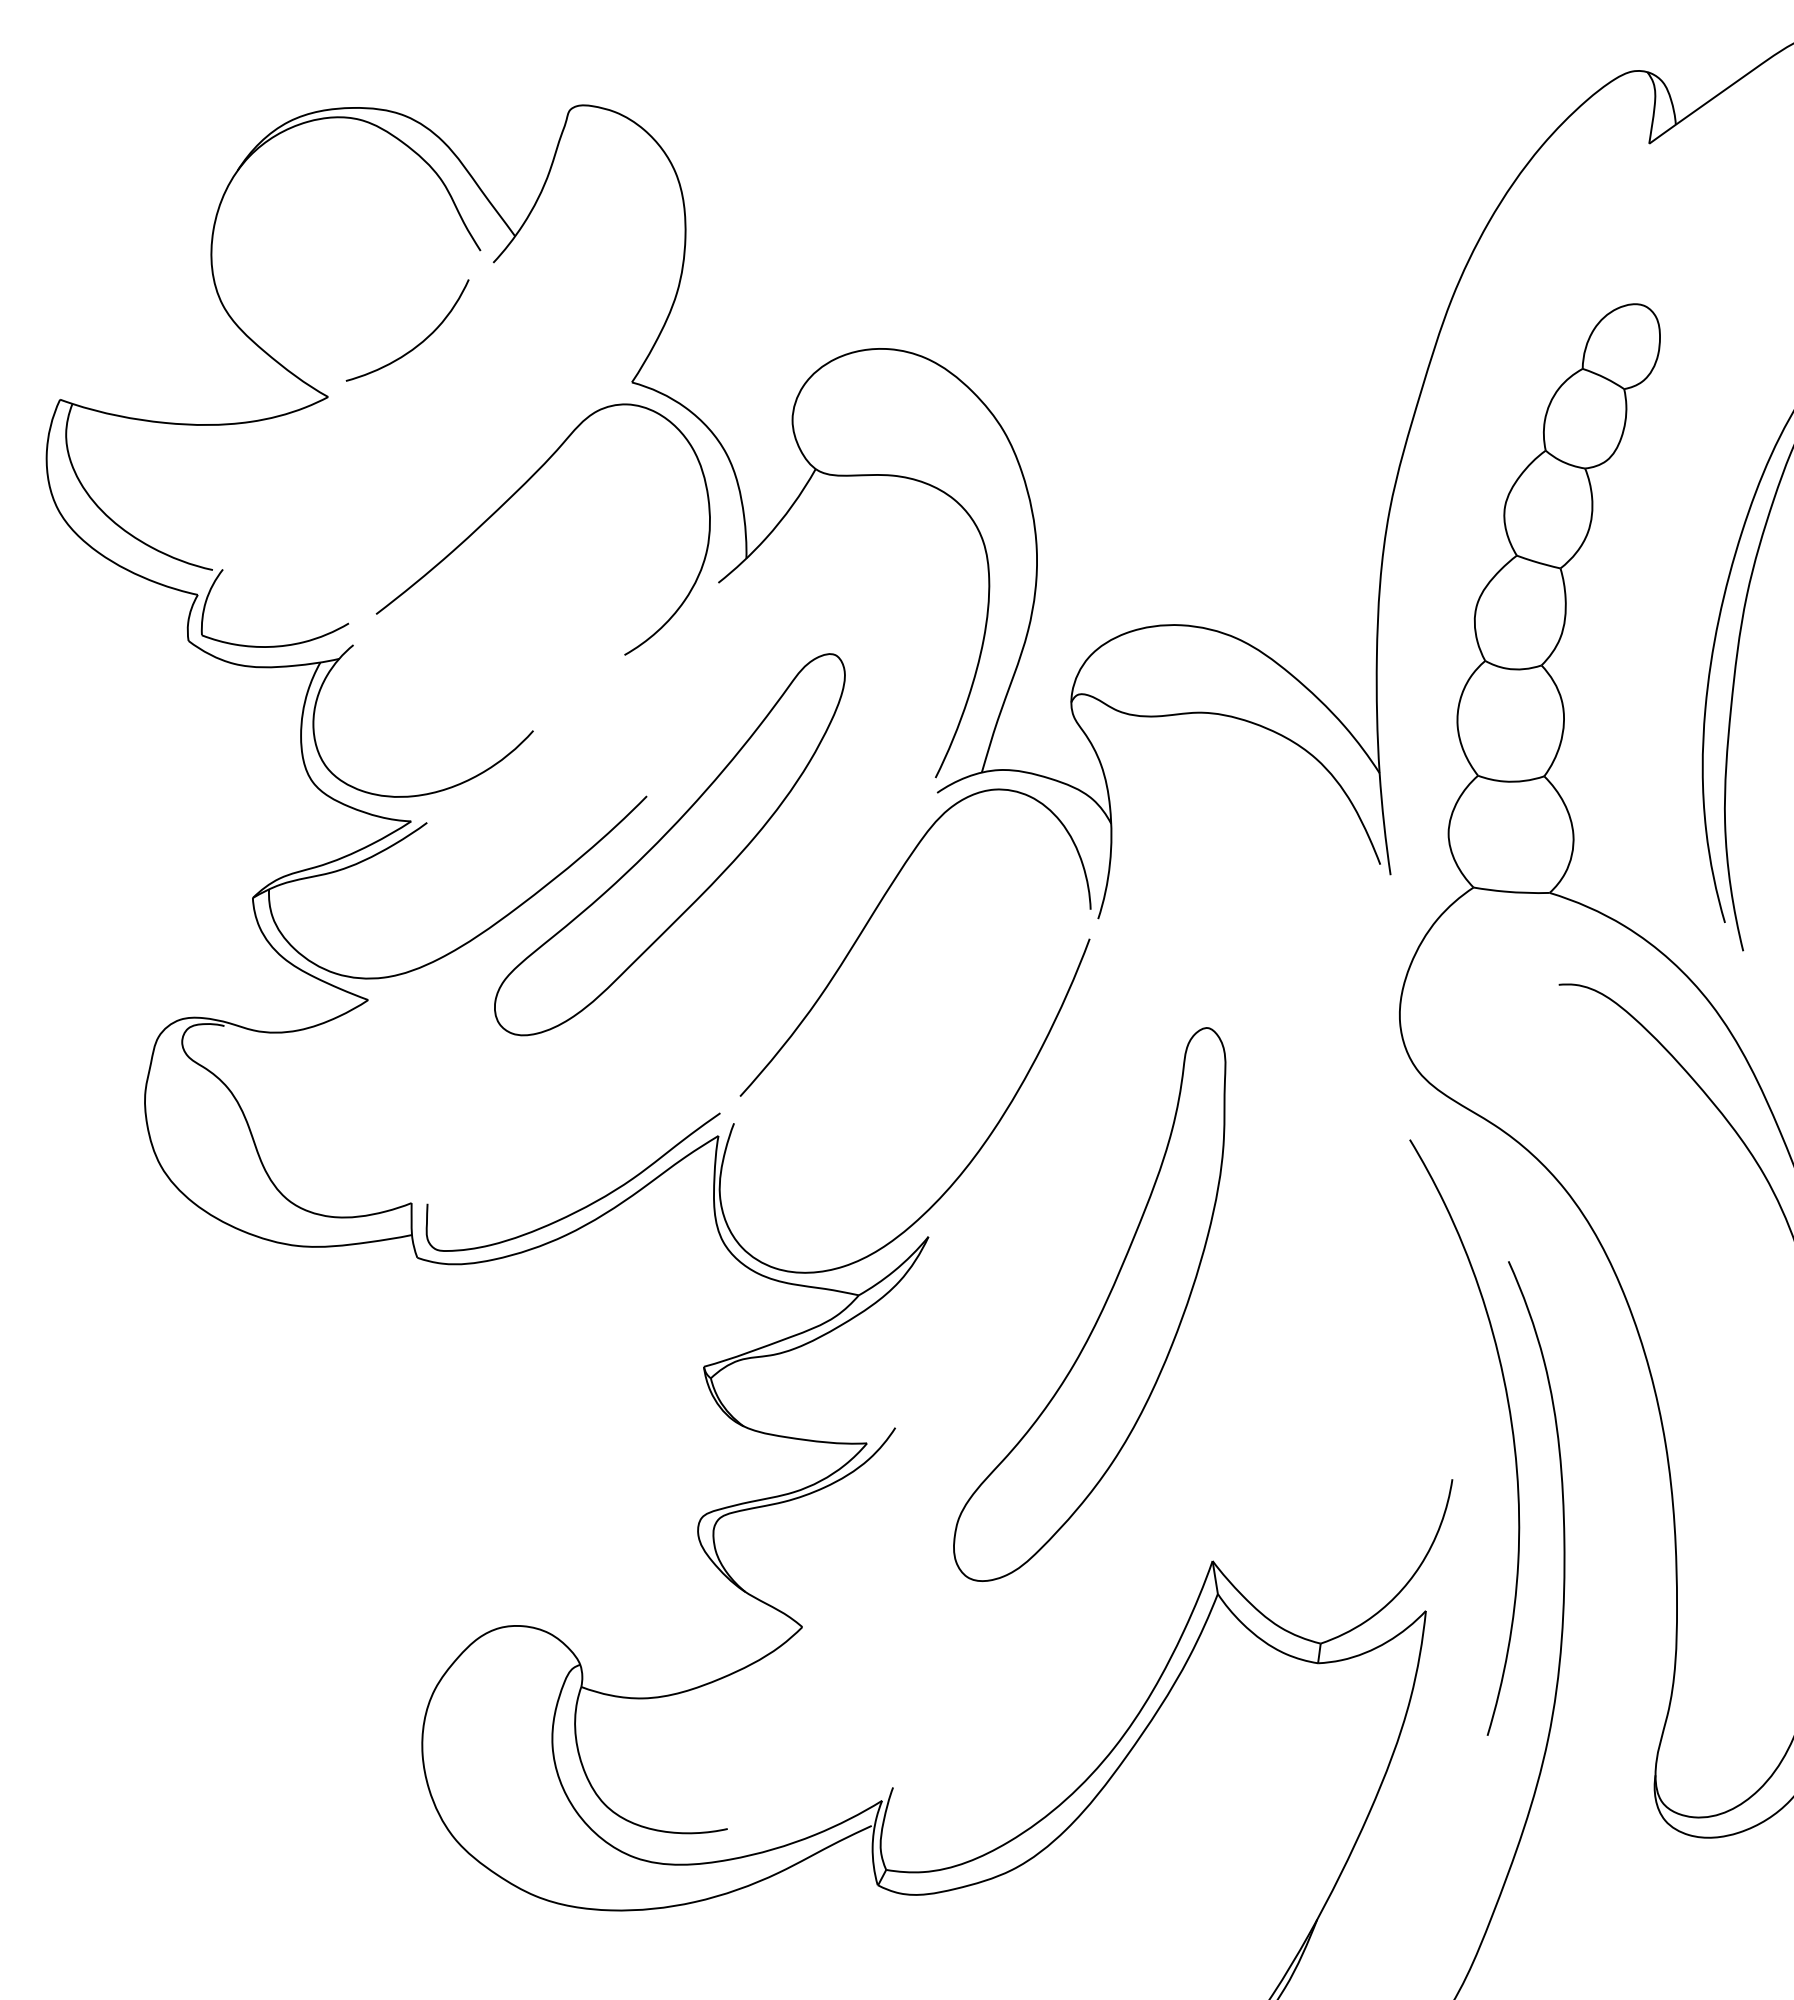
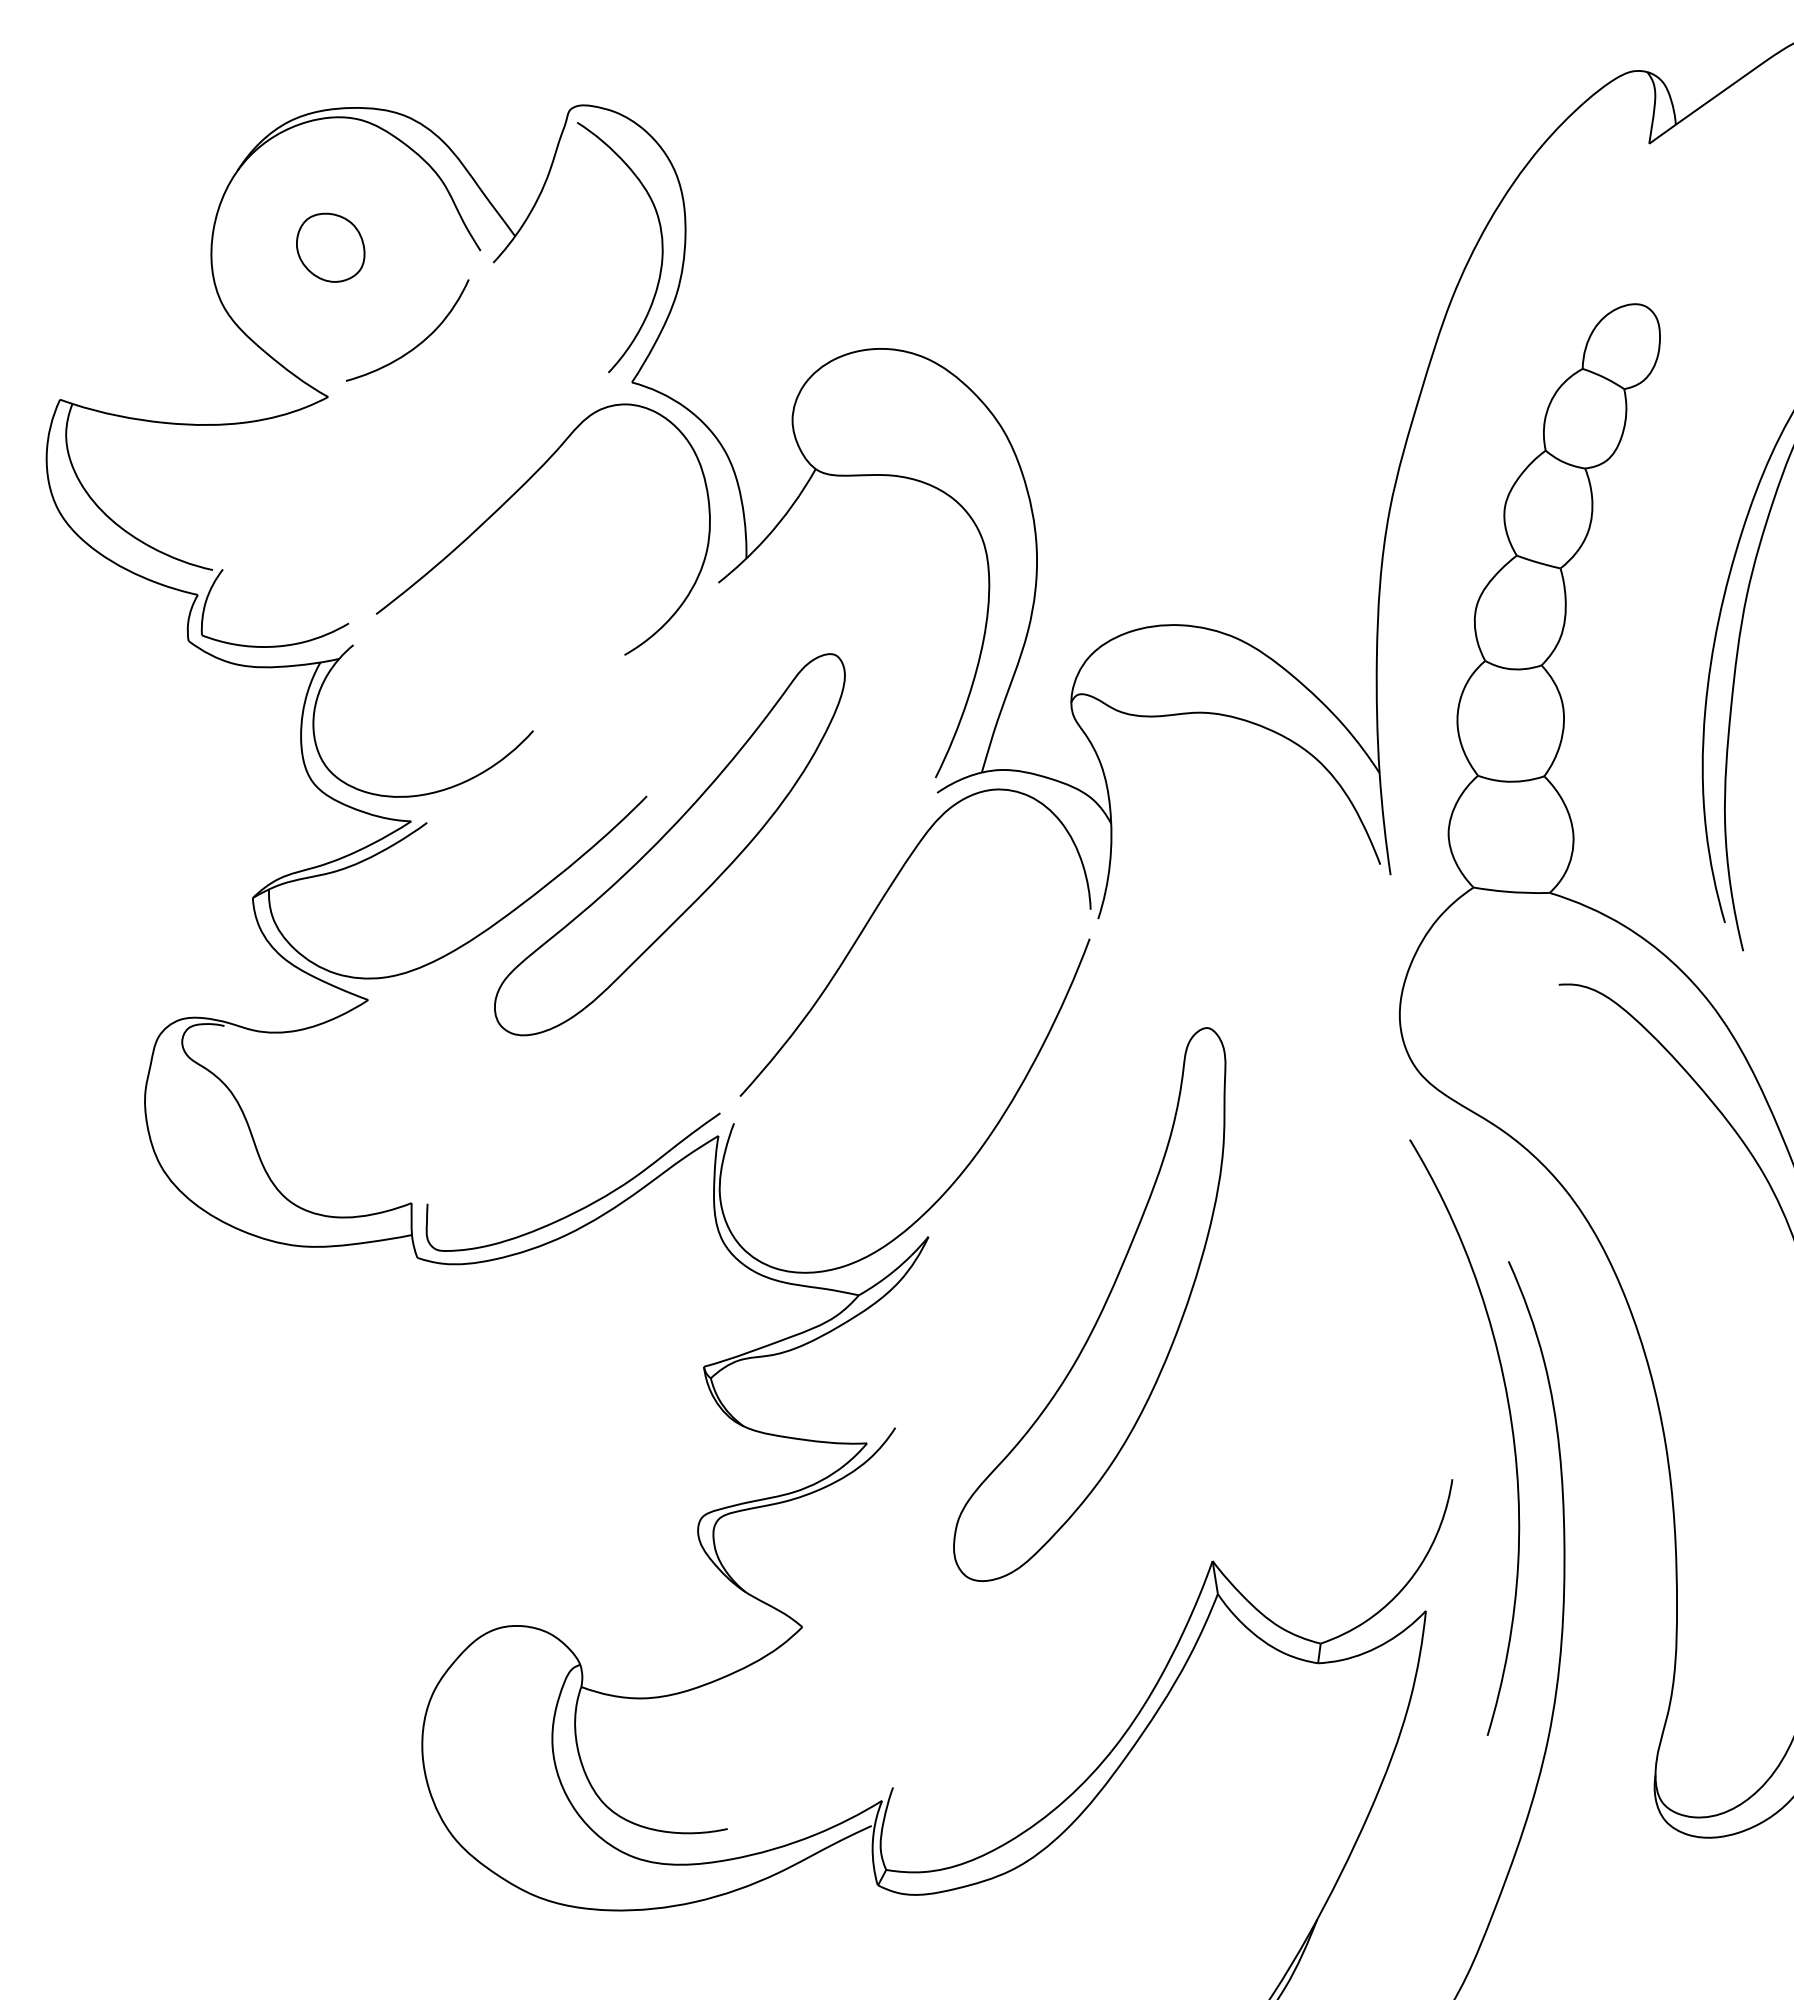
part at (330, 247): none -> present
curve at (661, 247): none -> present
